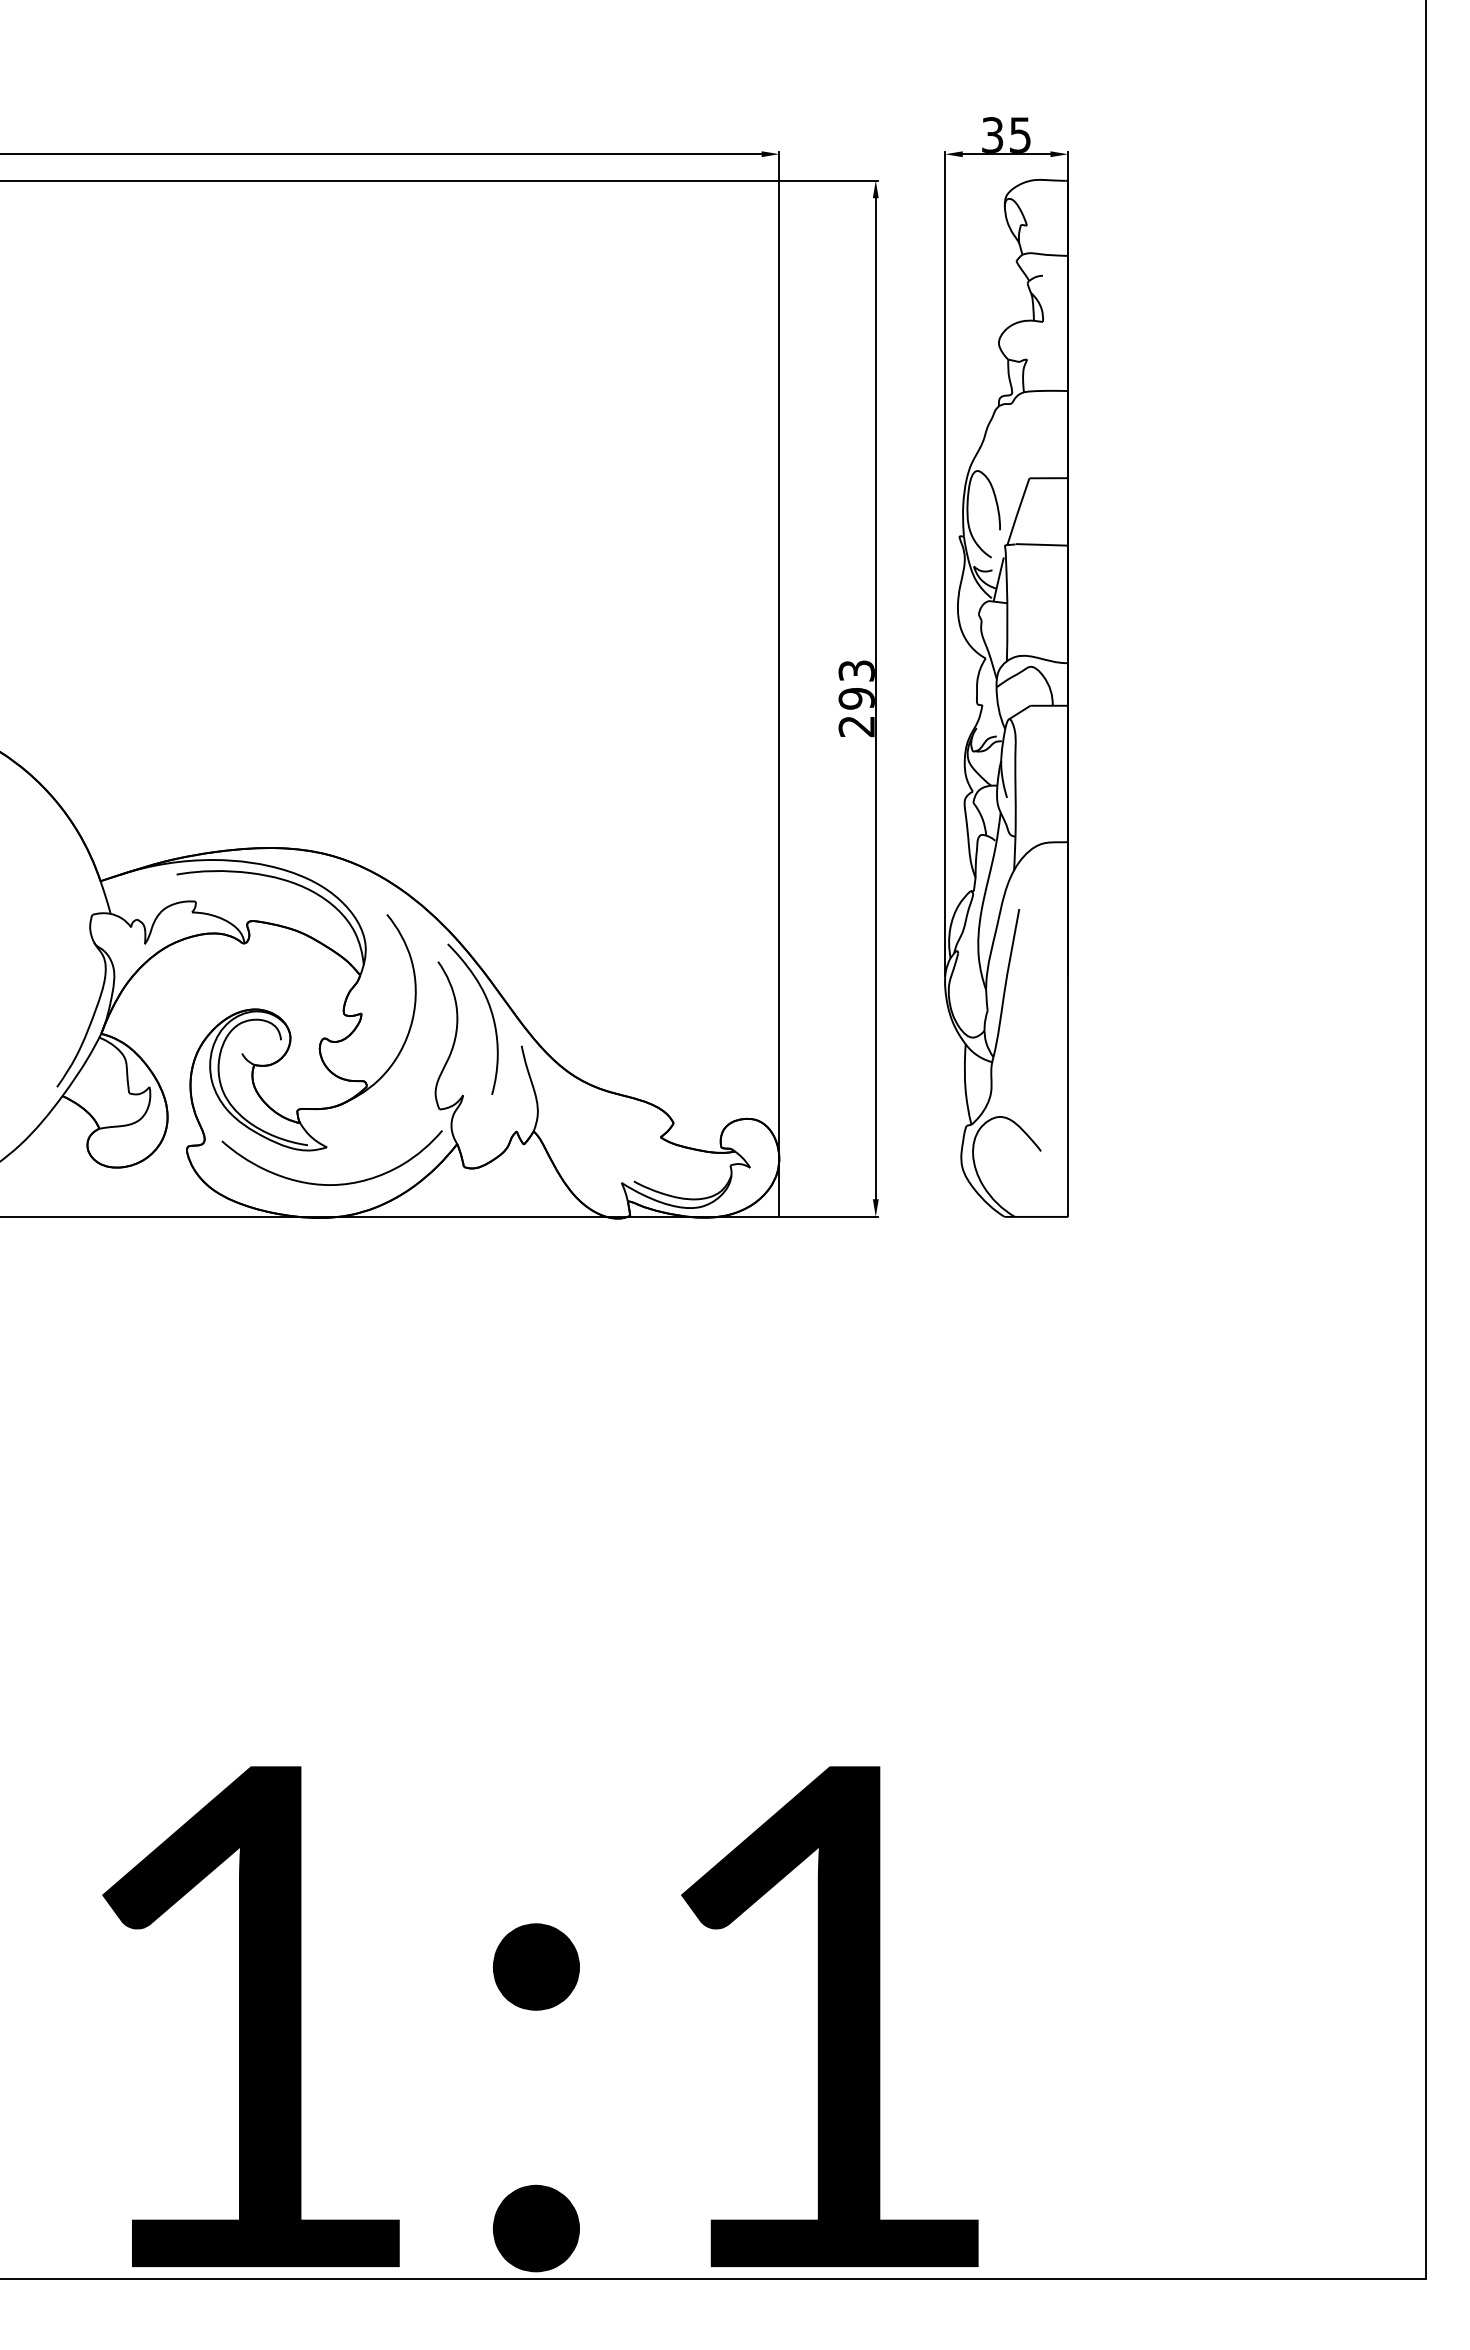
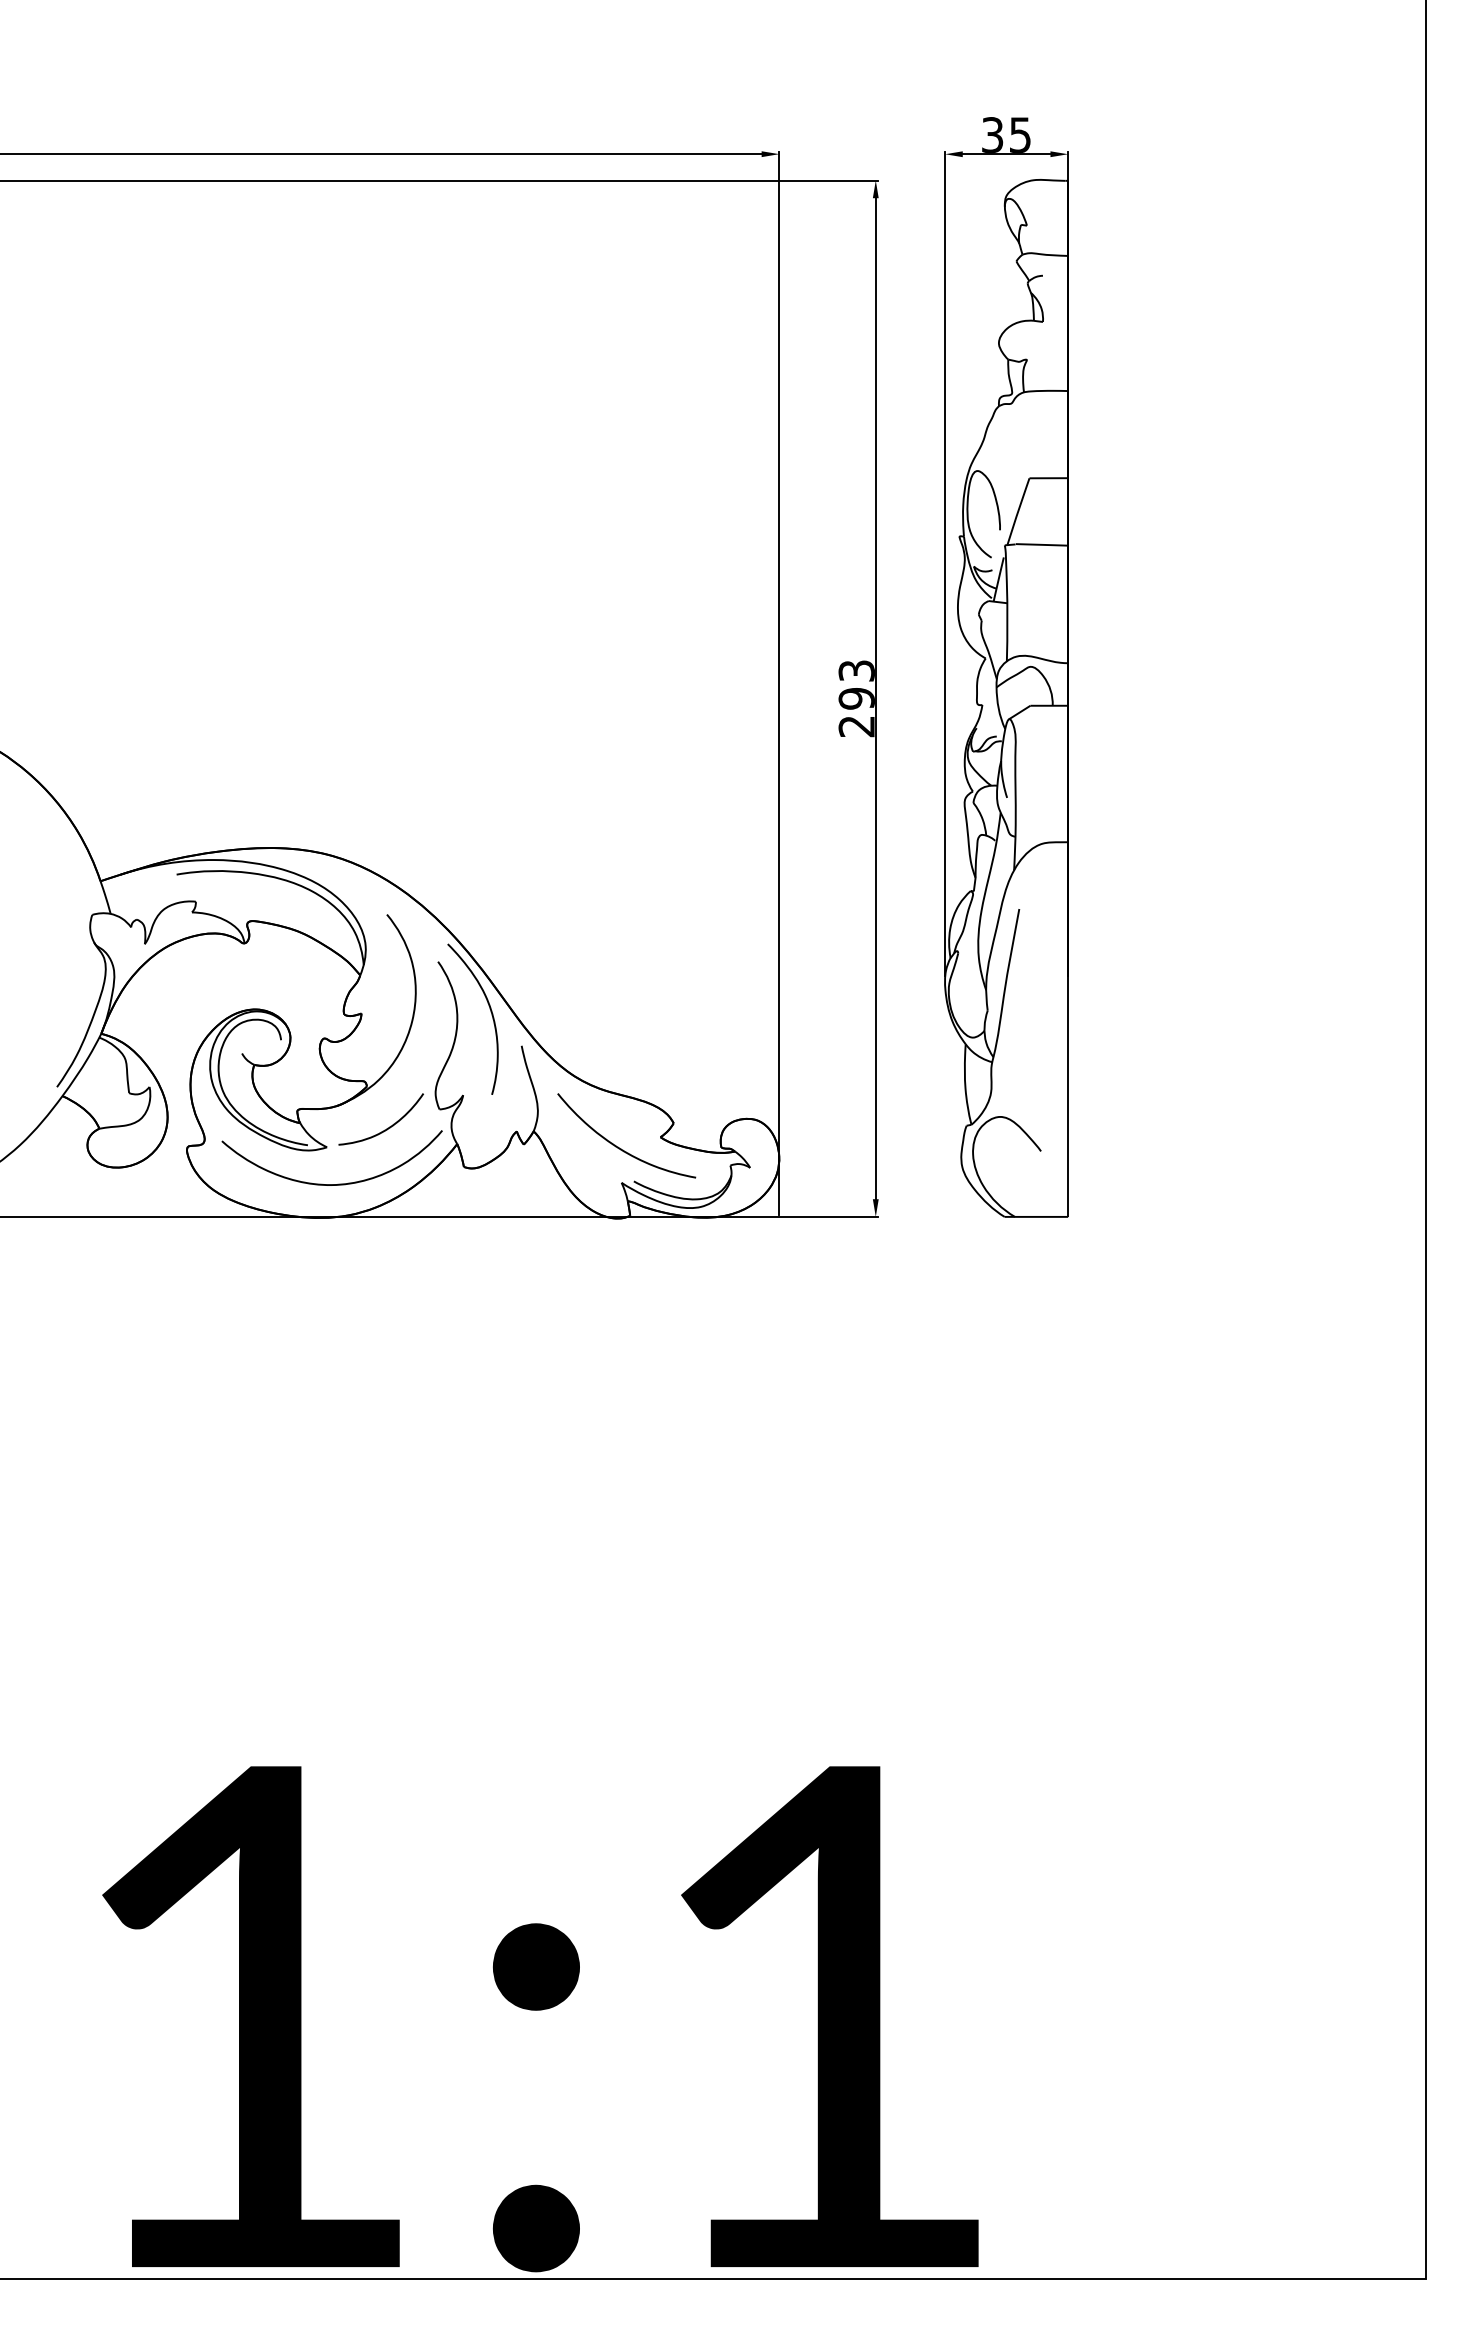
curve at (384, 1129): none -> present
curve at (618, 1146): none -> present
